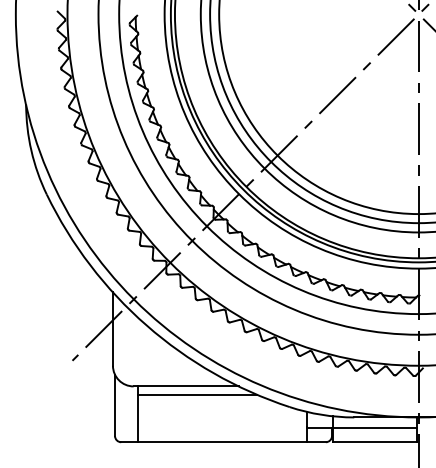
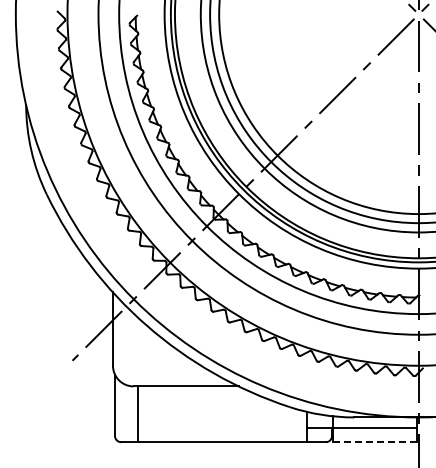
line at (196, 394): present -> none
line at (374, 442): solid -> dashed
